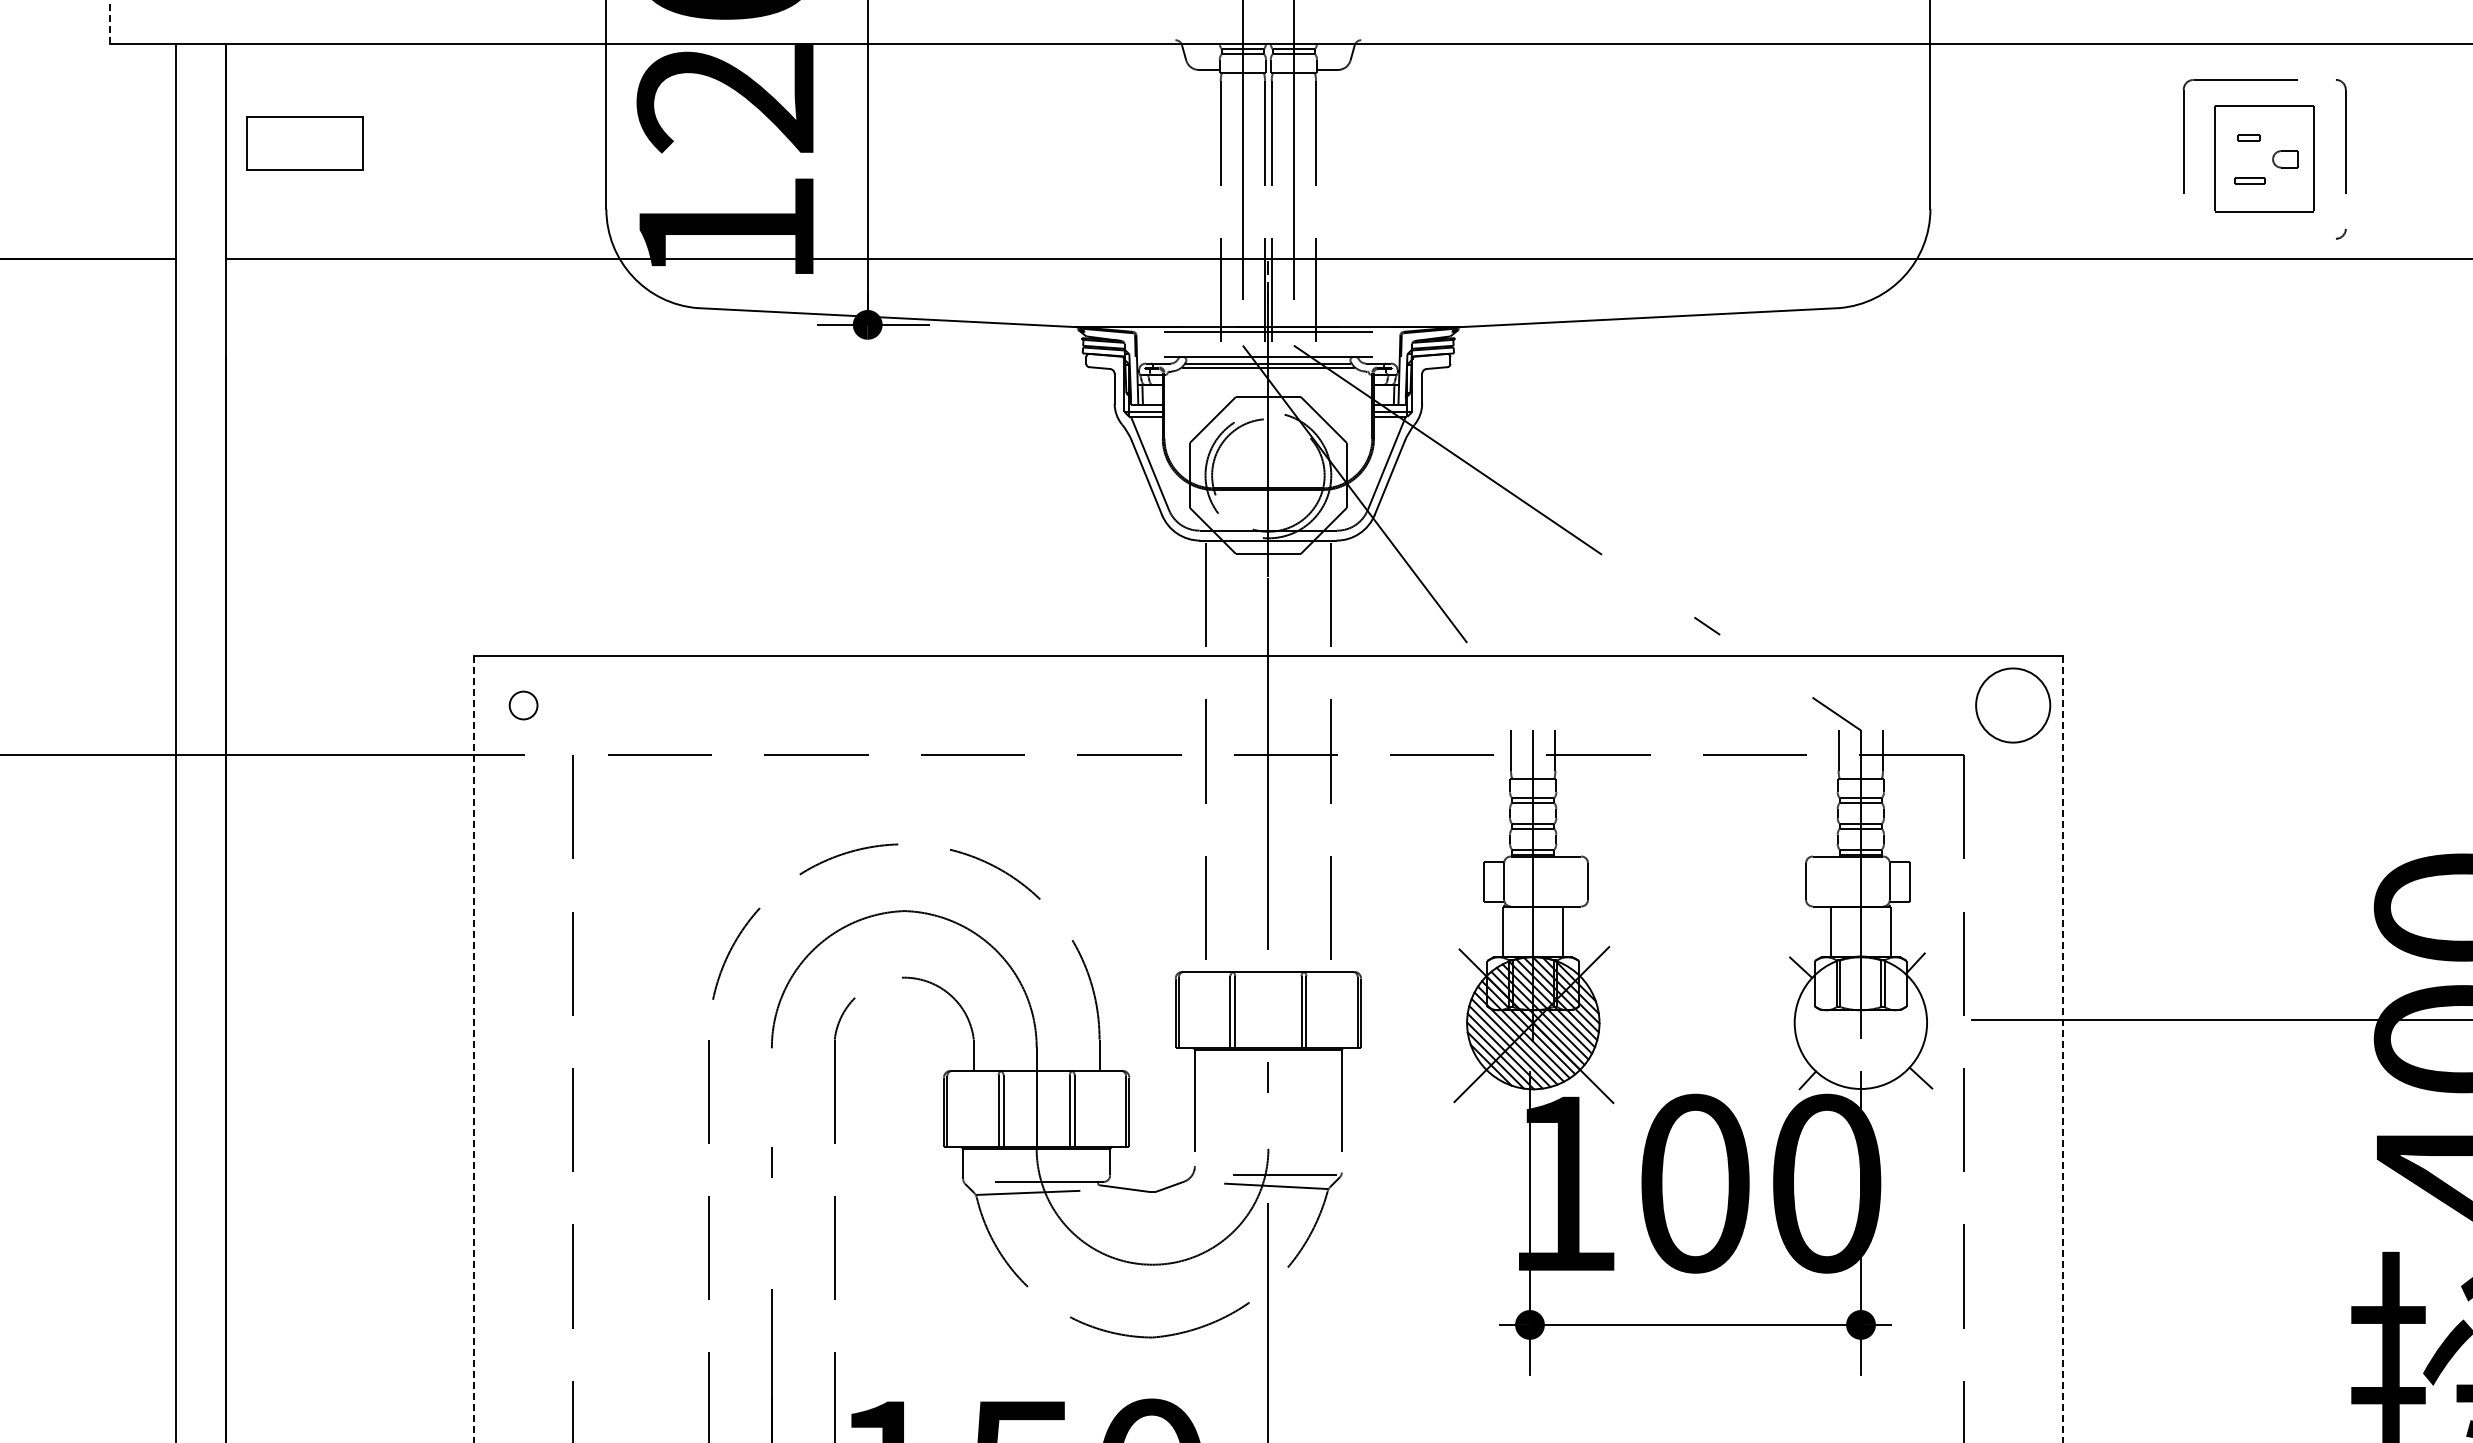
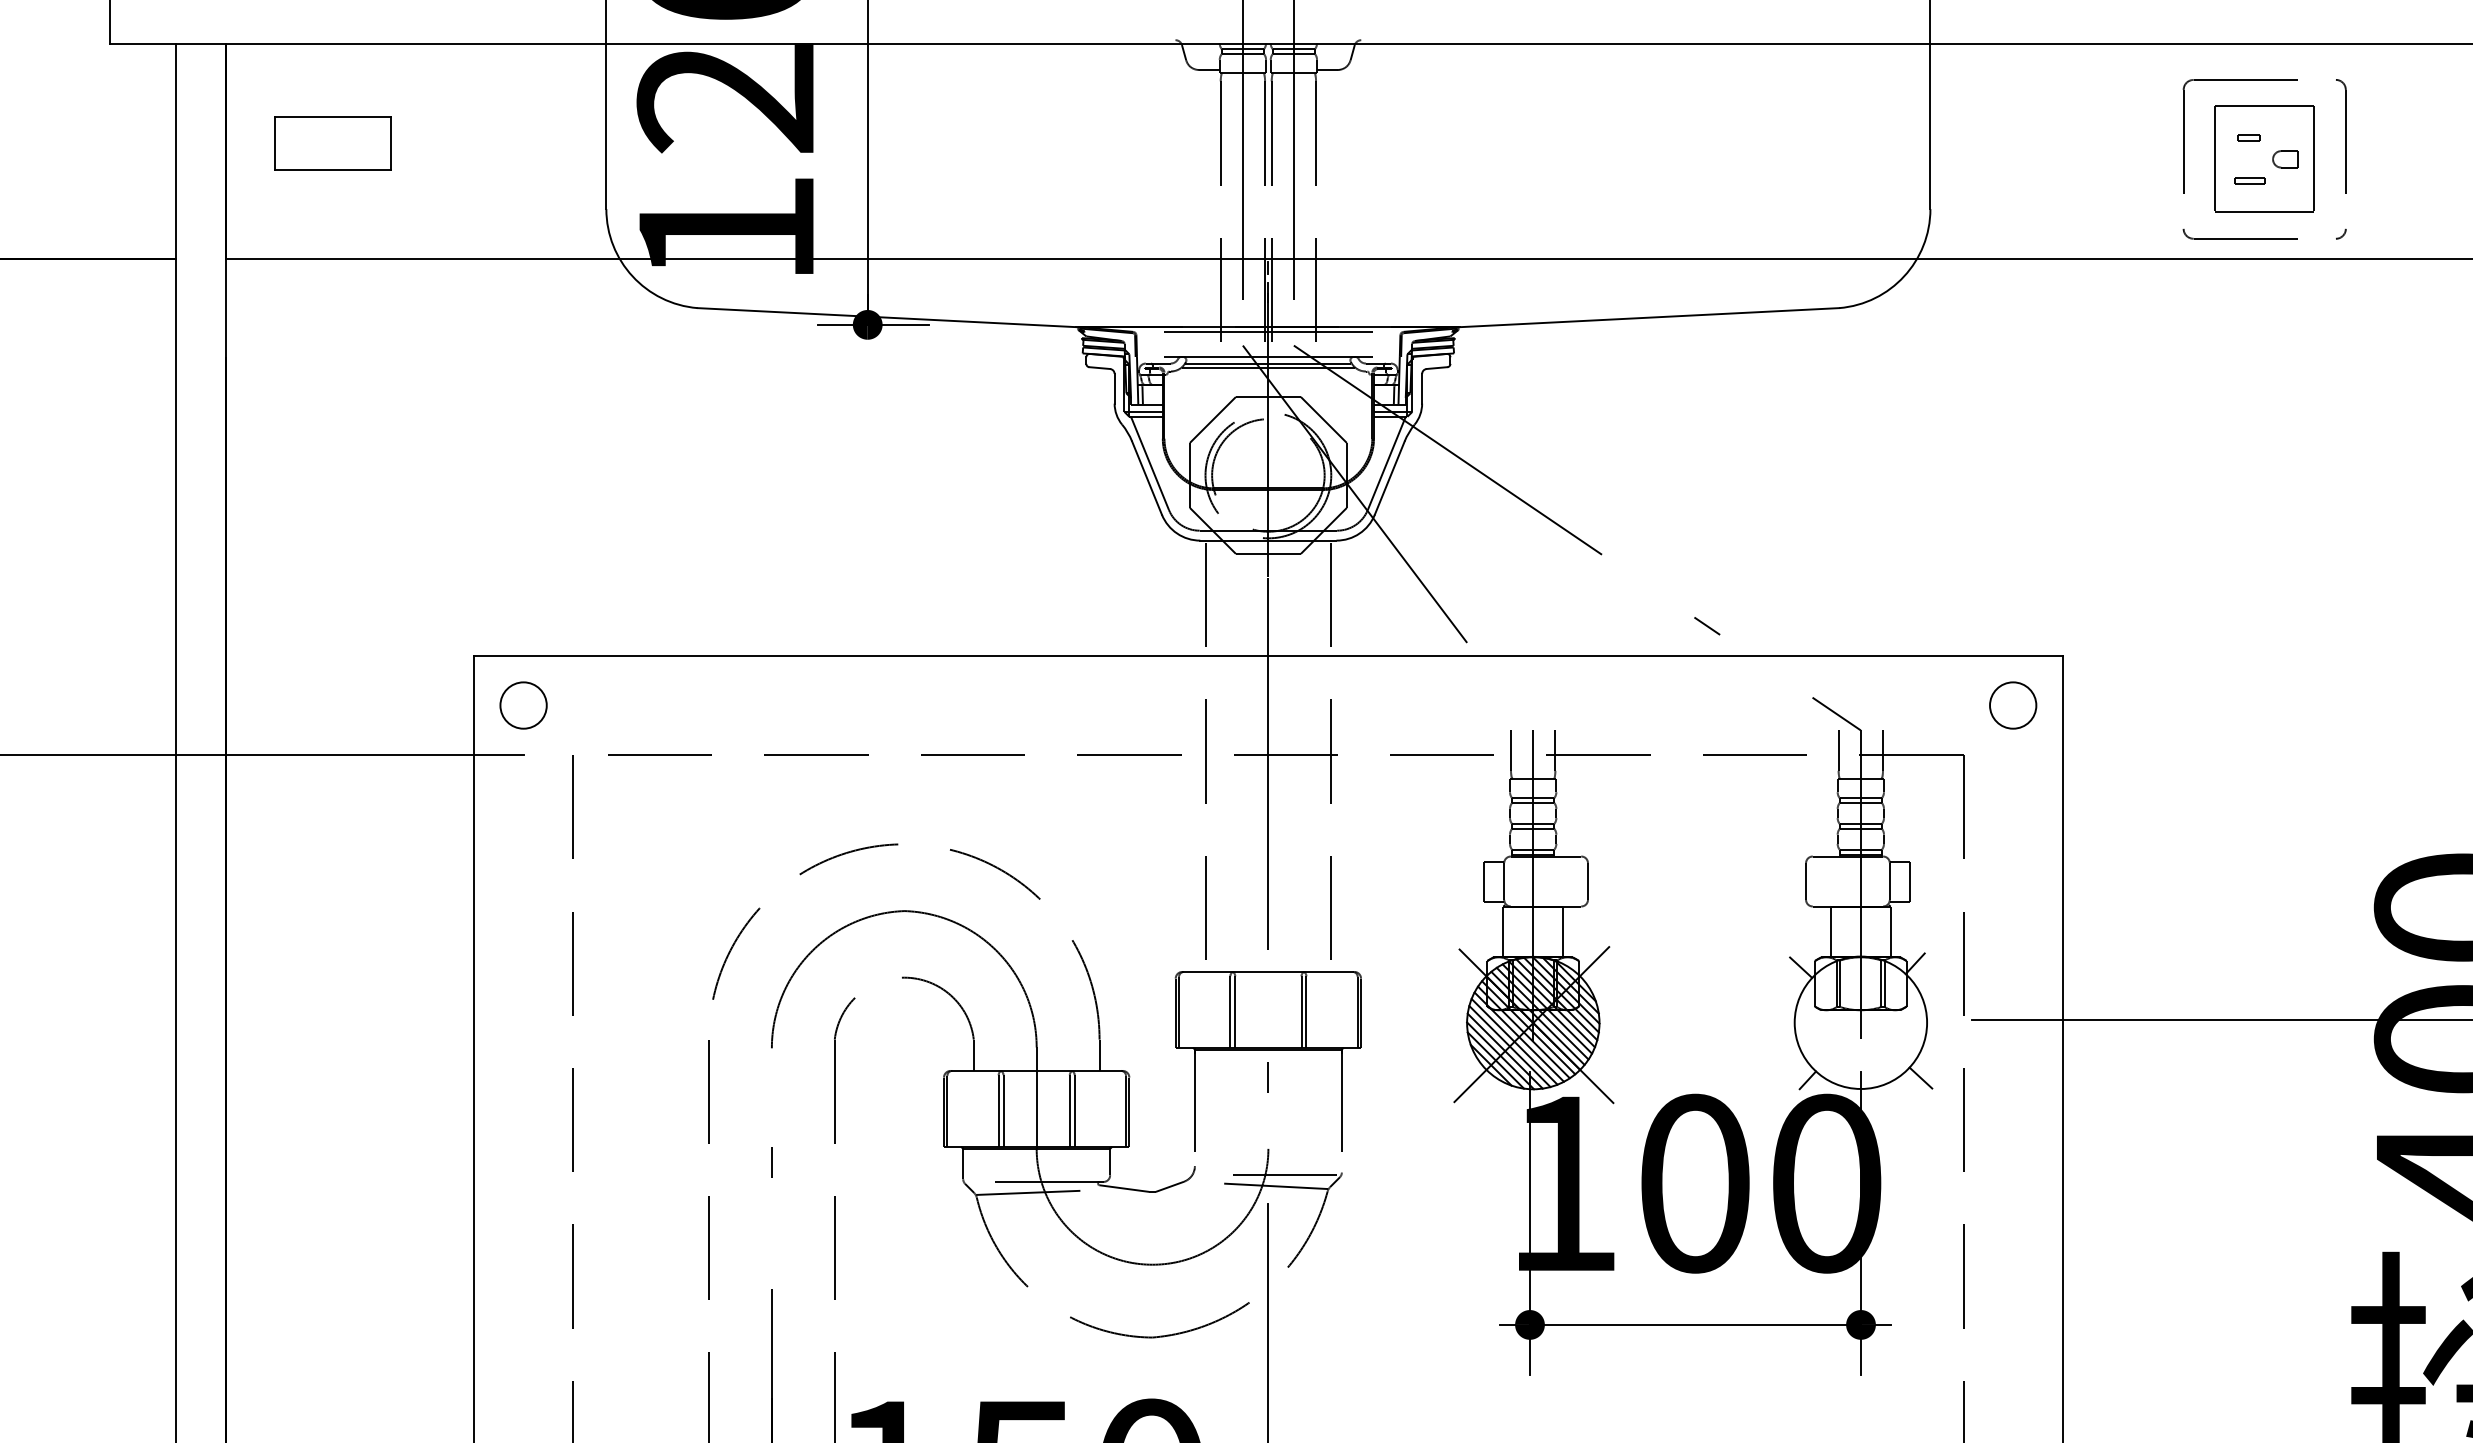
line at (109, 22): dashed -> solid
part at (304, 143) position: (304, 143) -> (332, 143)
part at (2239, 234): none -> present
circle at (523, 705) diameter: 28 px -> 46 px
circle at (2013, 705) diameter: 74 px -> 46 px
line at (473, 1049): dashed -> solid
line at (2062, 1049): dashed -> solid
